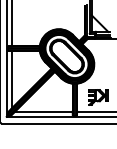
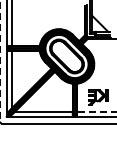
line at (0, 61): solid -> dashed
line at (96, 111): solid -> dashed
